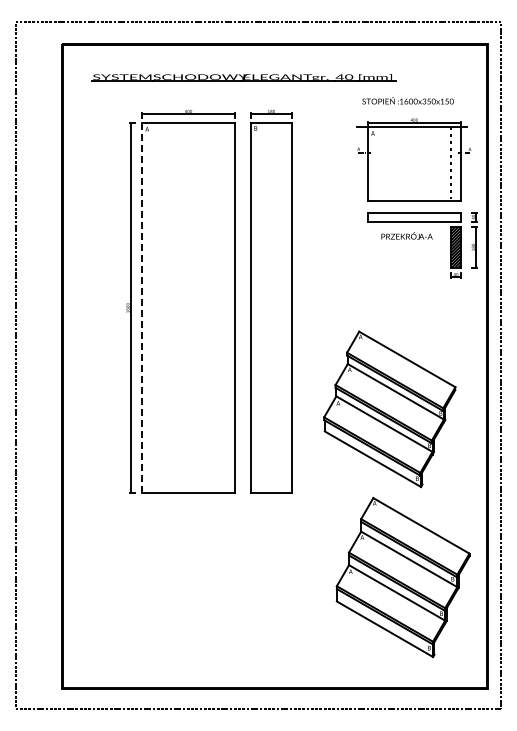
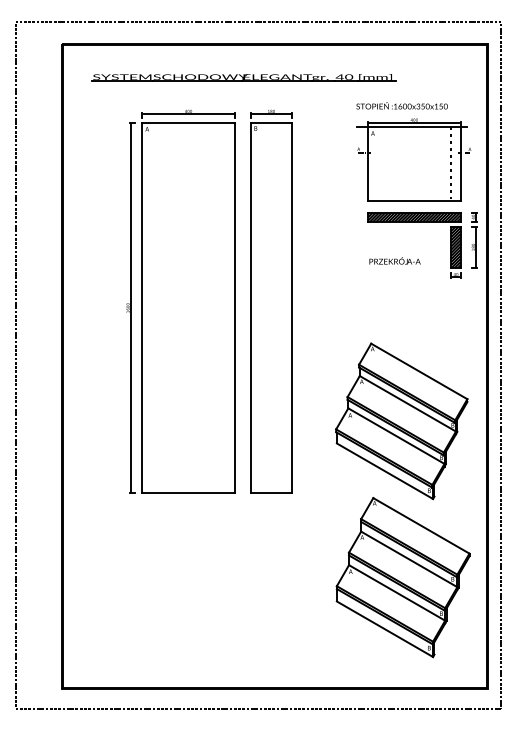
text at (407, 100) position: (407, 100) -> (401, 105)
hatch at (414, 216): none -> present
text at (406, 235) position: (406, 235) -> (394, 260)
line at (142, 308): dashed -> solid
part at (389, 409) position: (389, 409) -> (401, 421)
